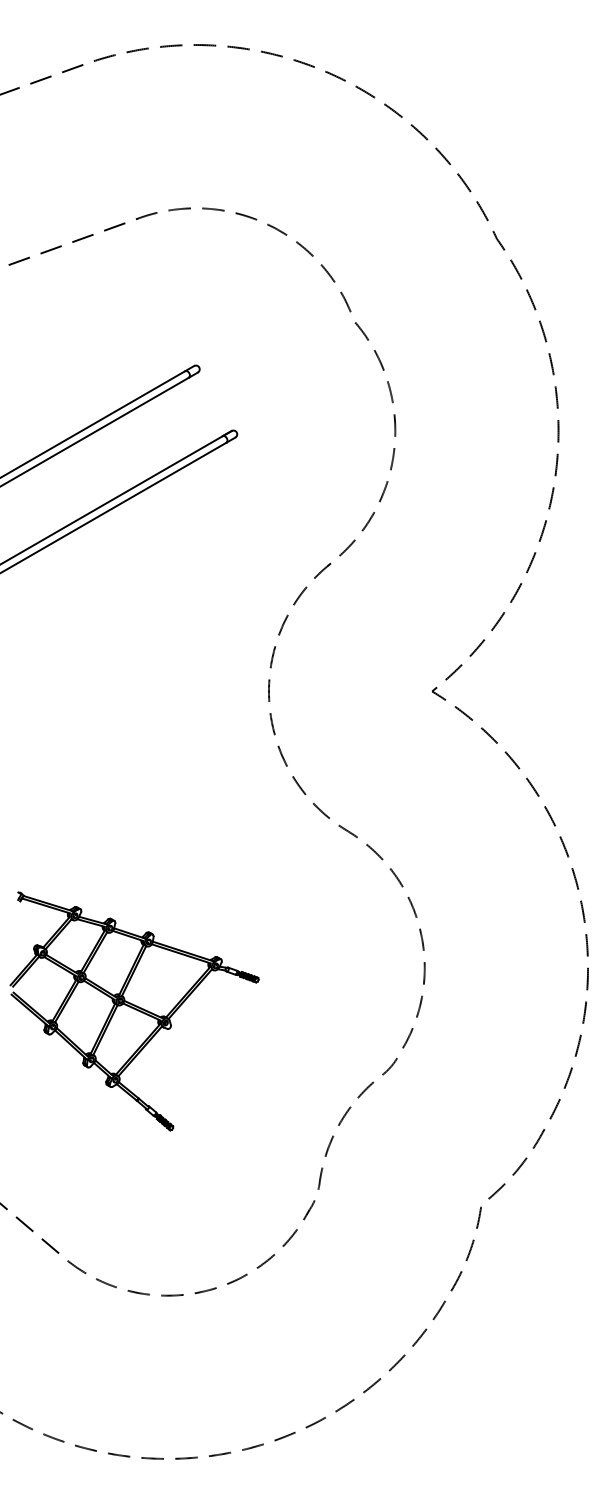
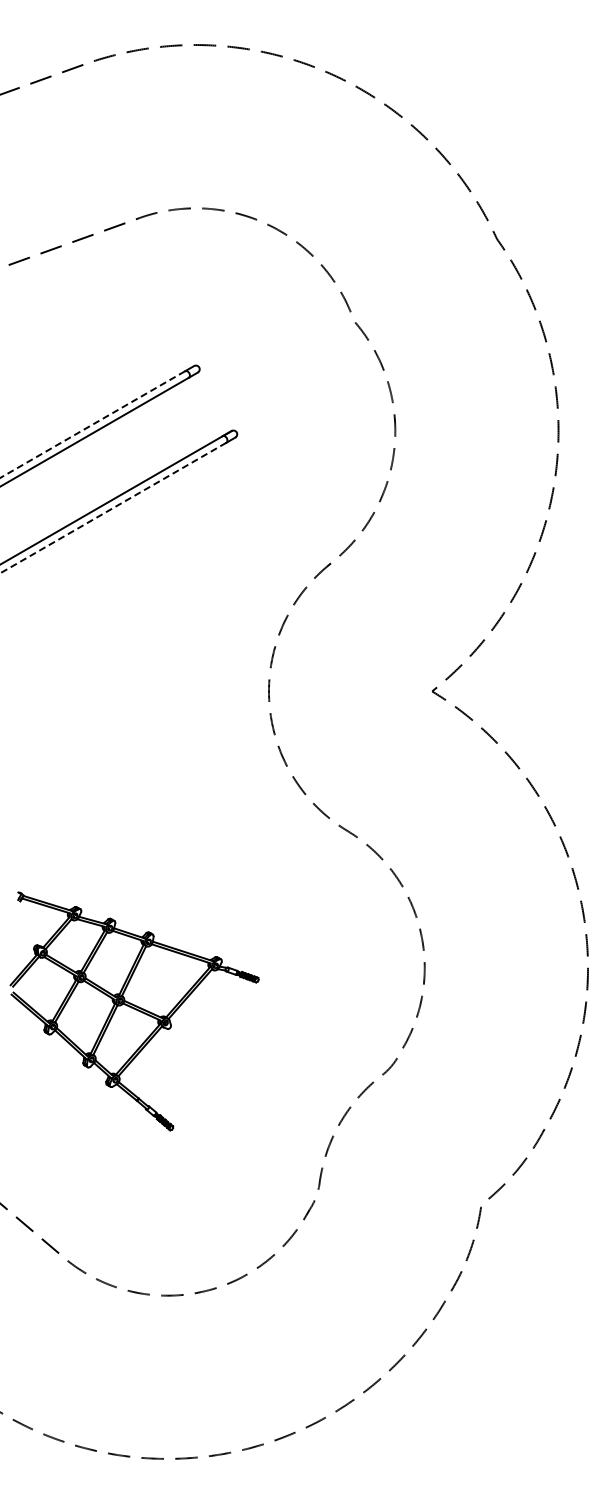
line at (92, 424): solid -> dashed
line at (113, 508): solid -> dashed
